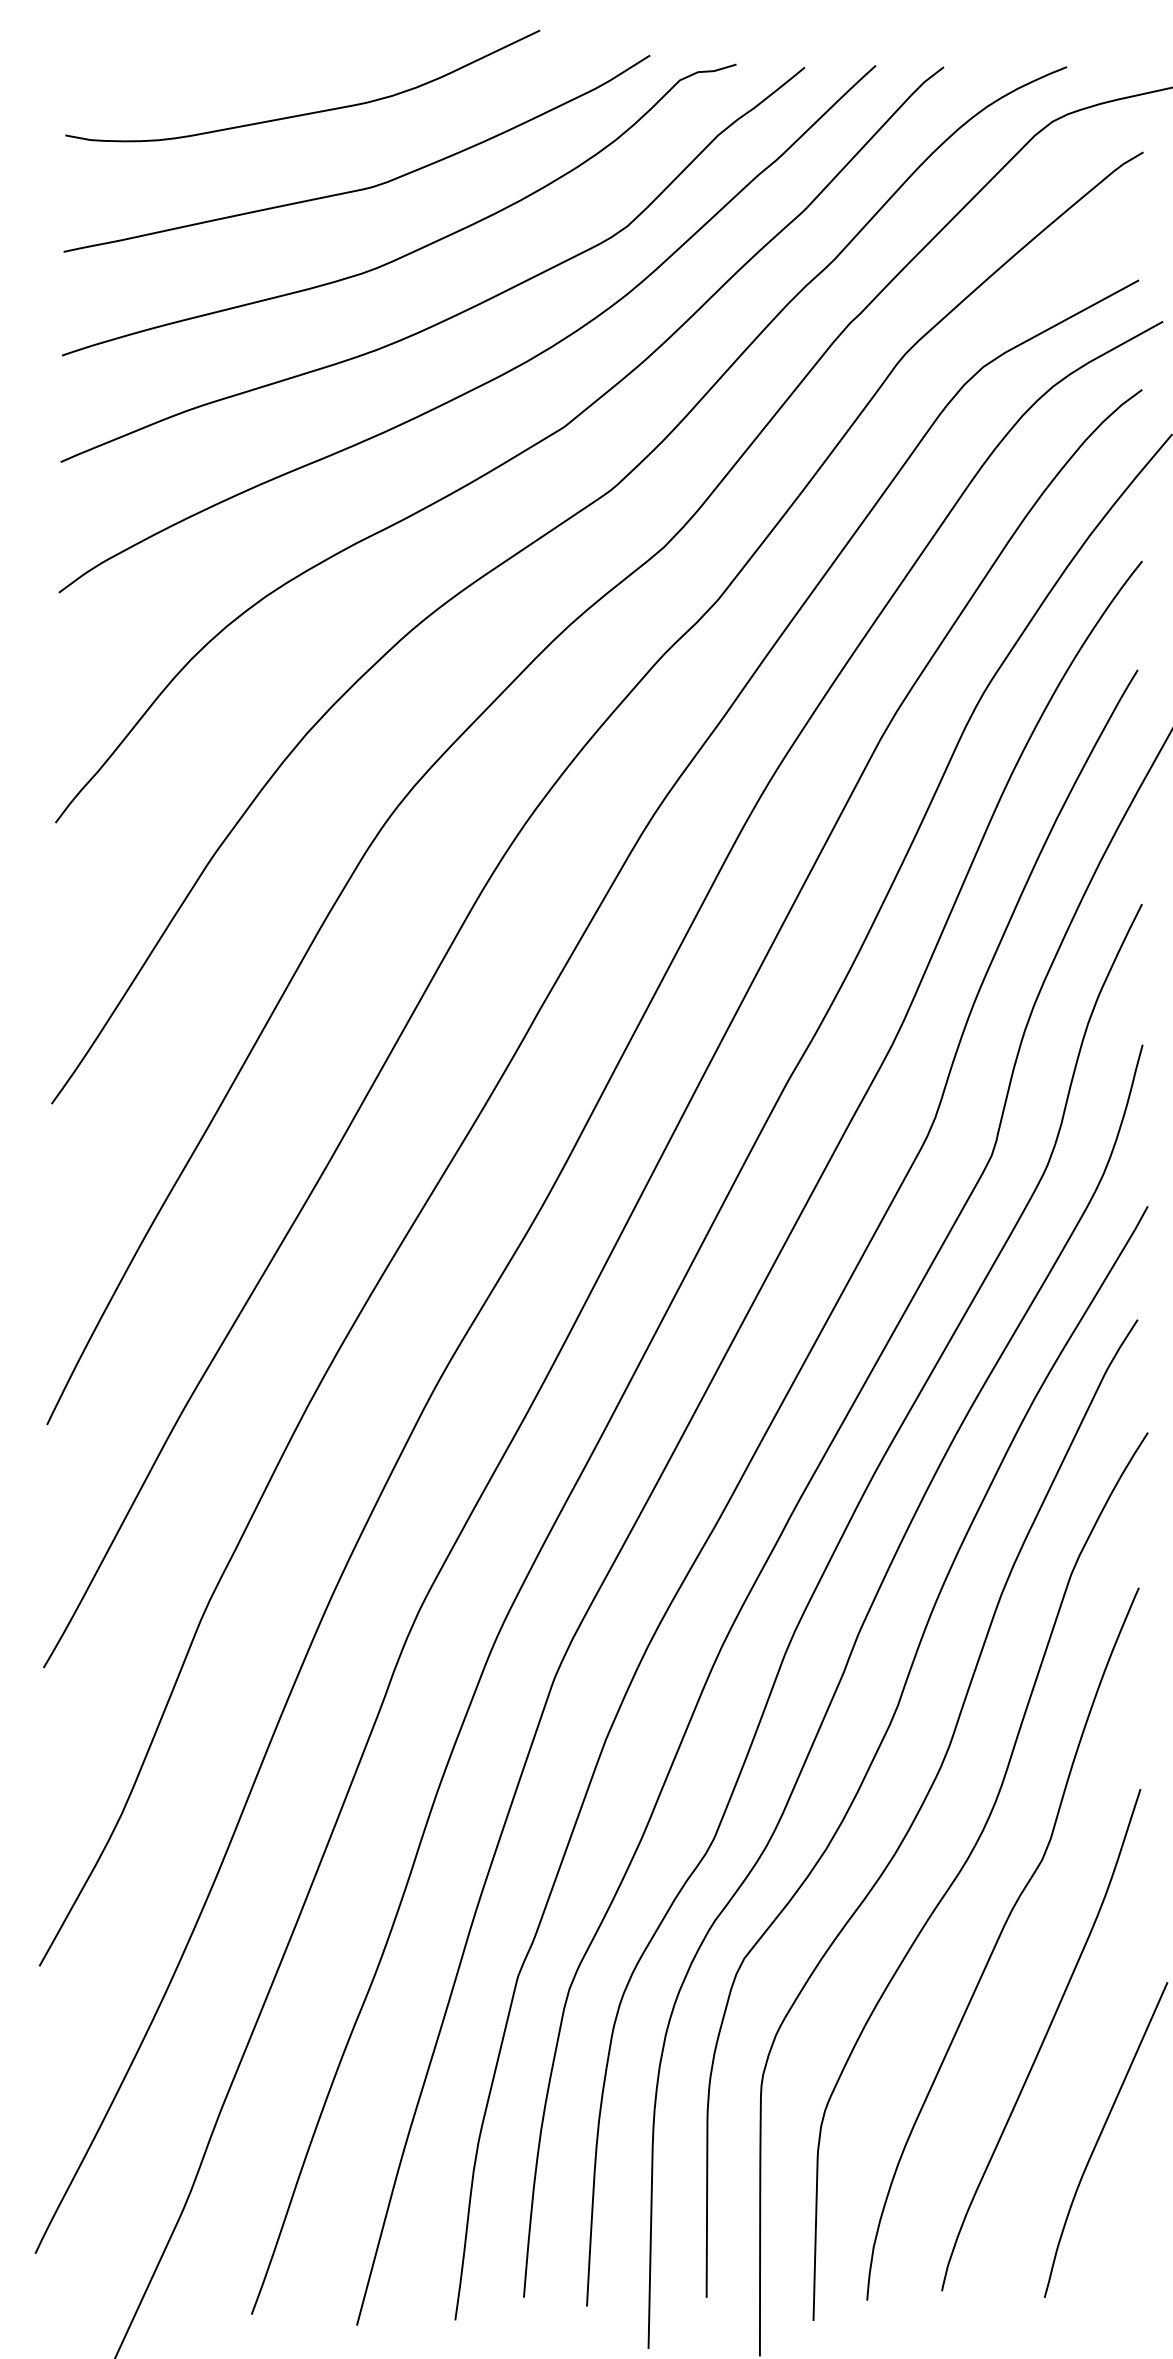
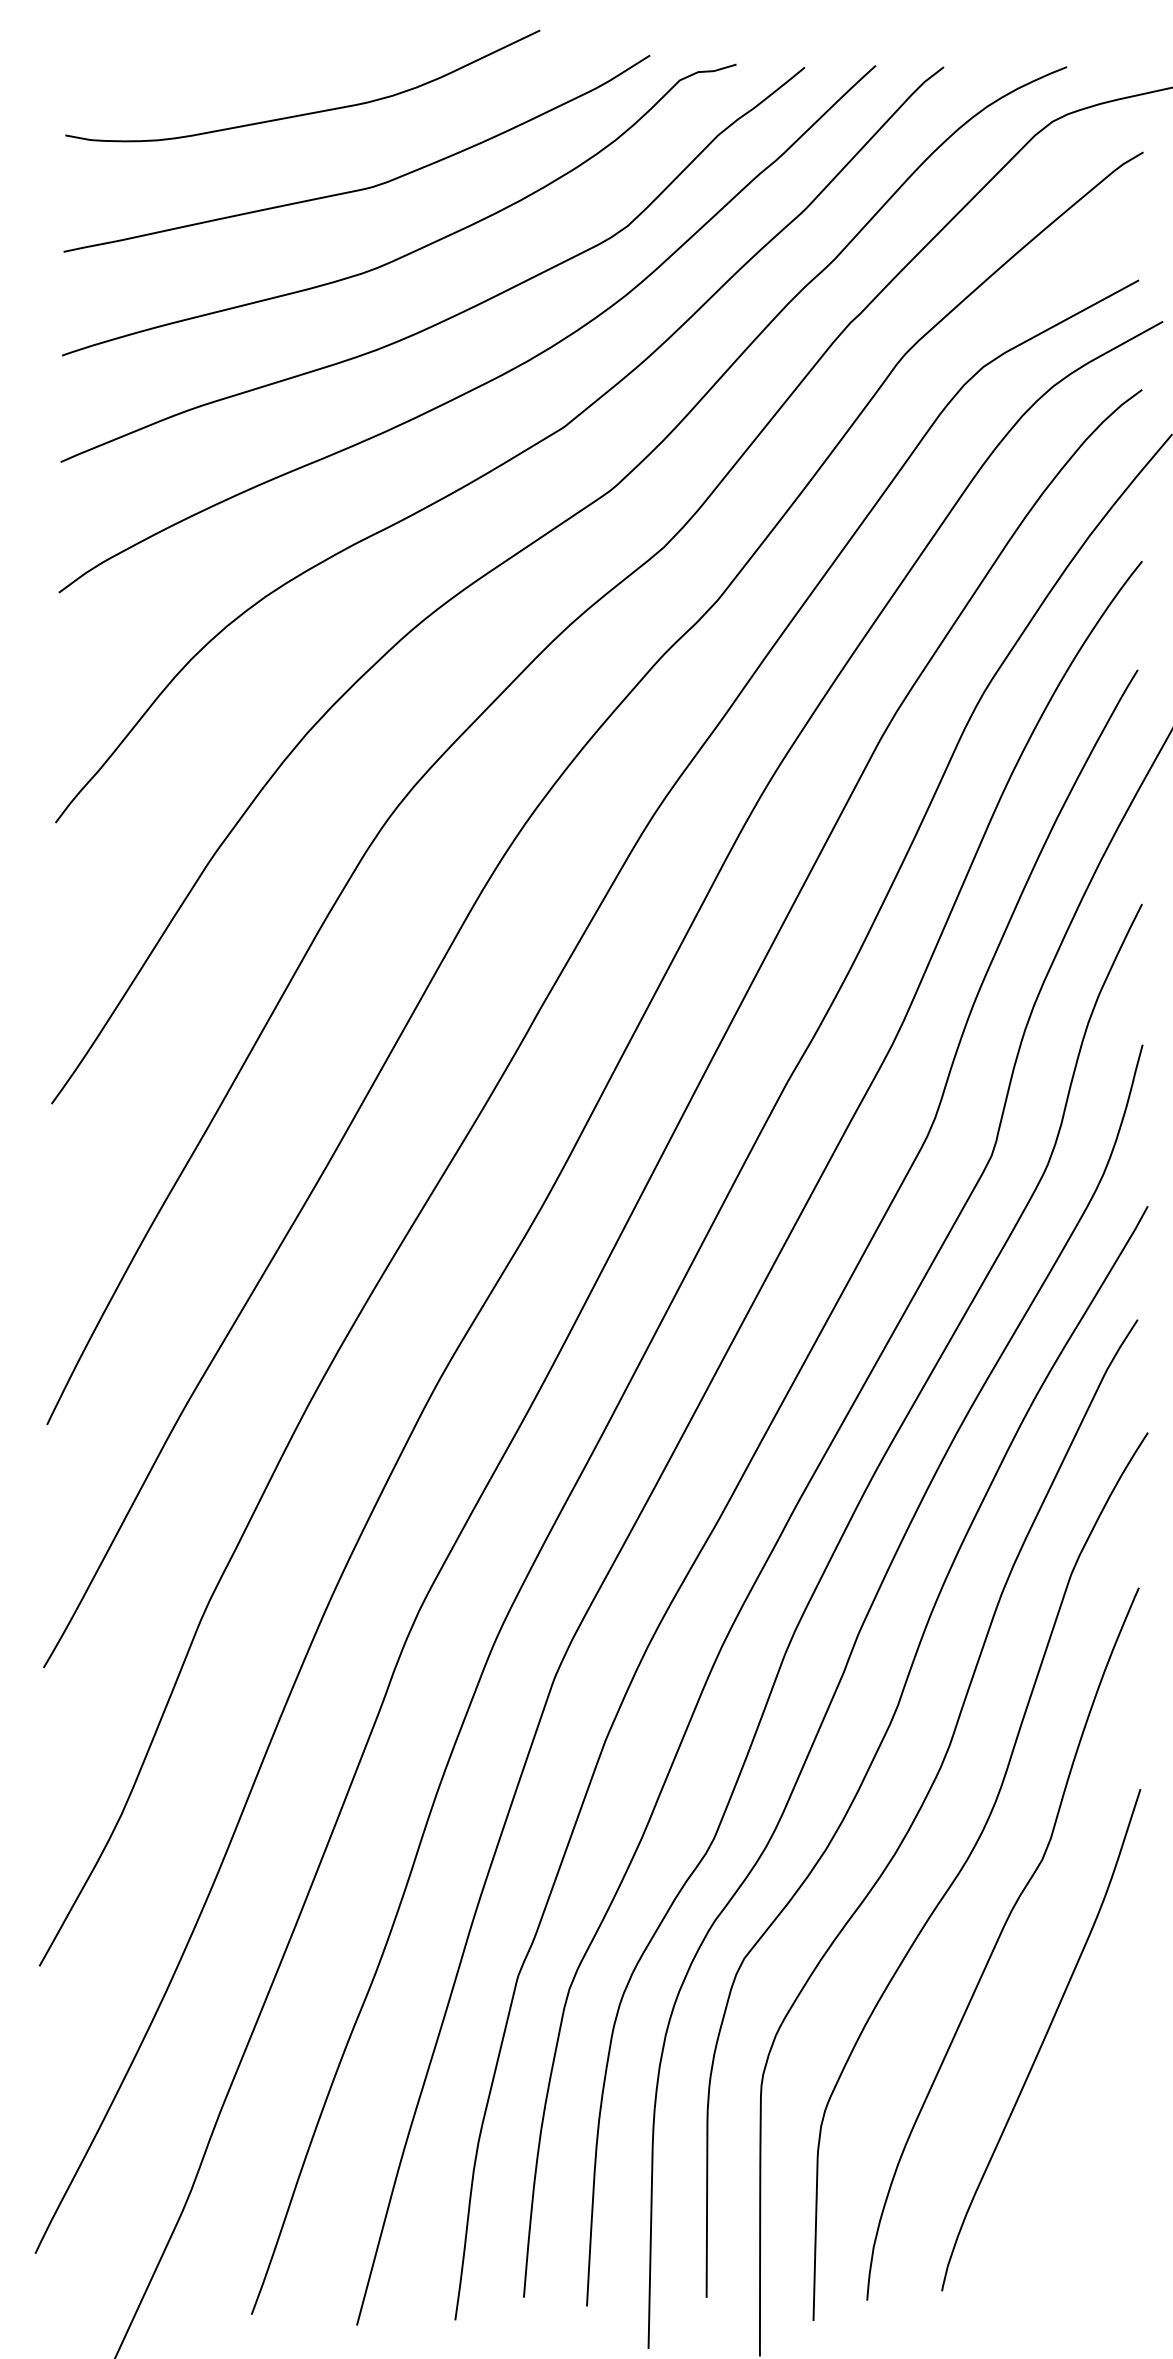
curve at (1100, 2137): present -> none
